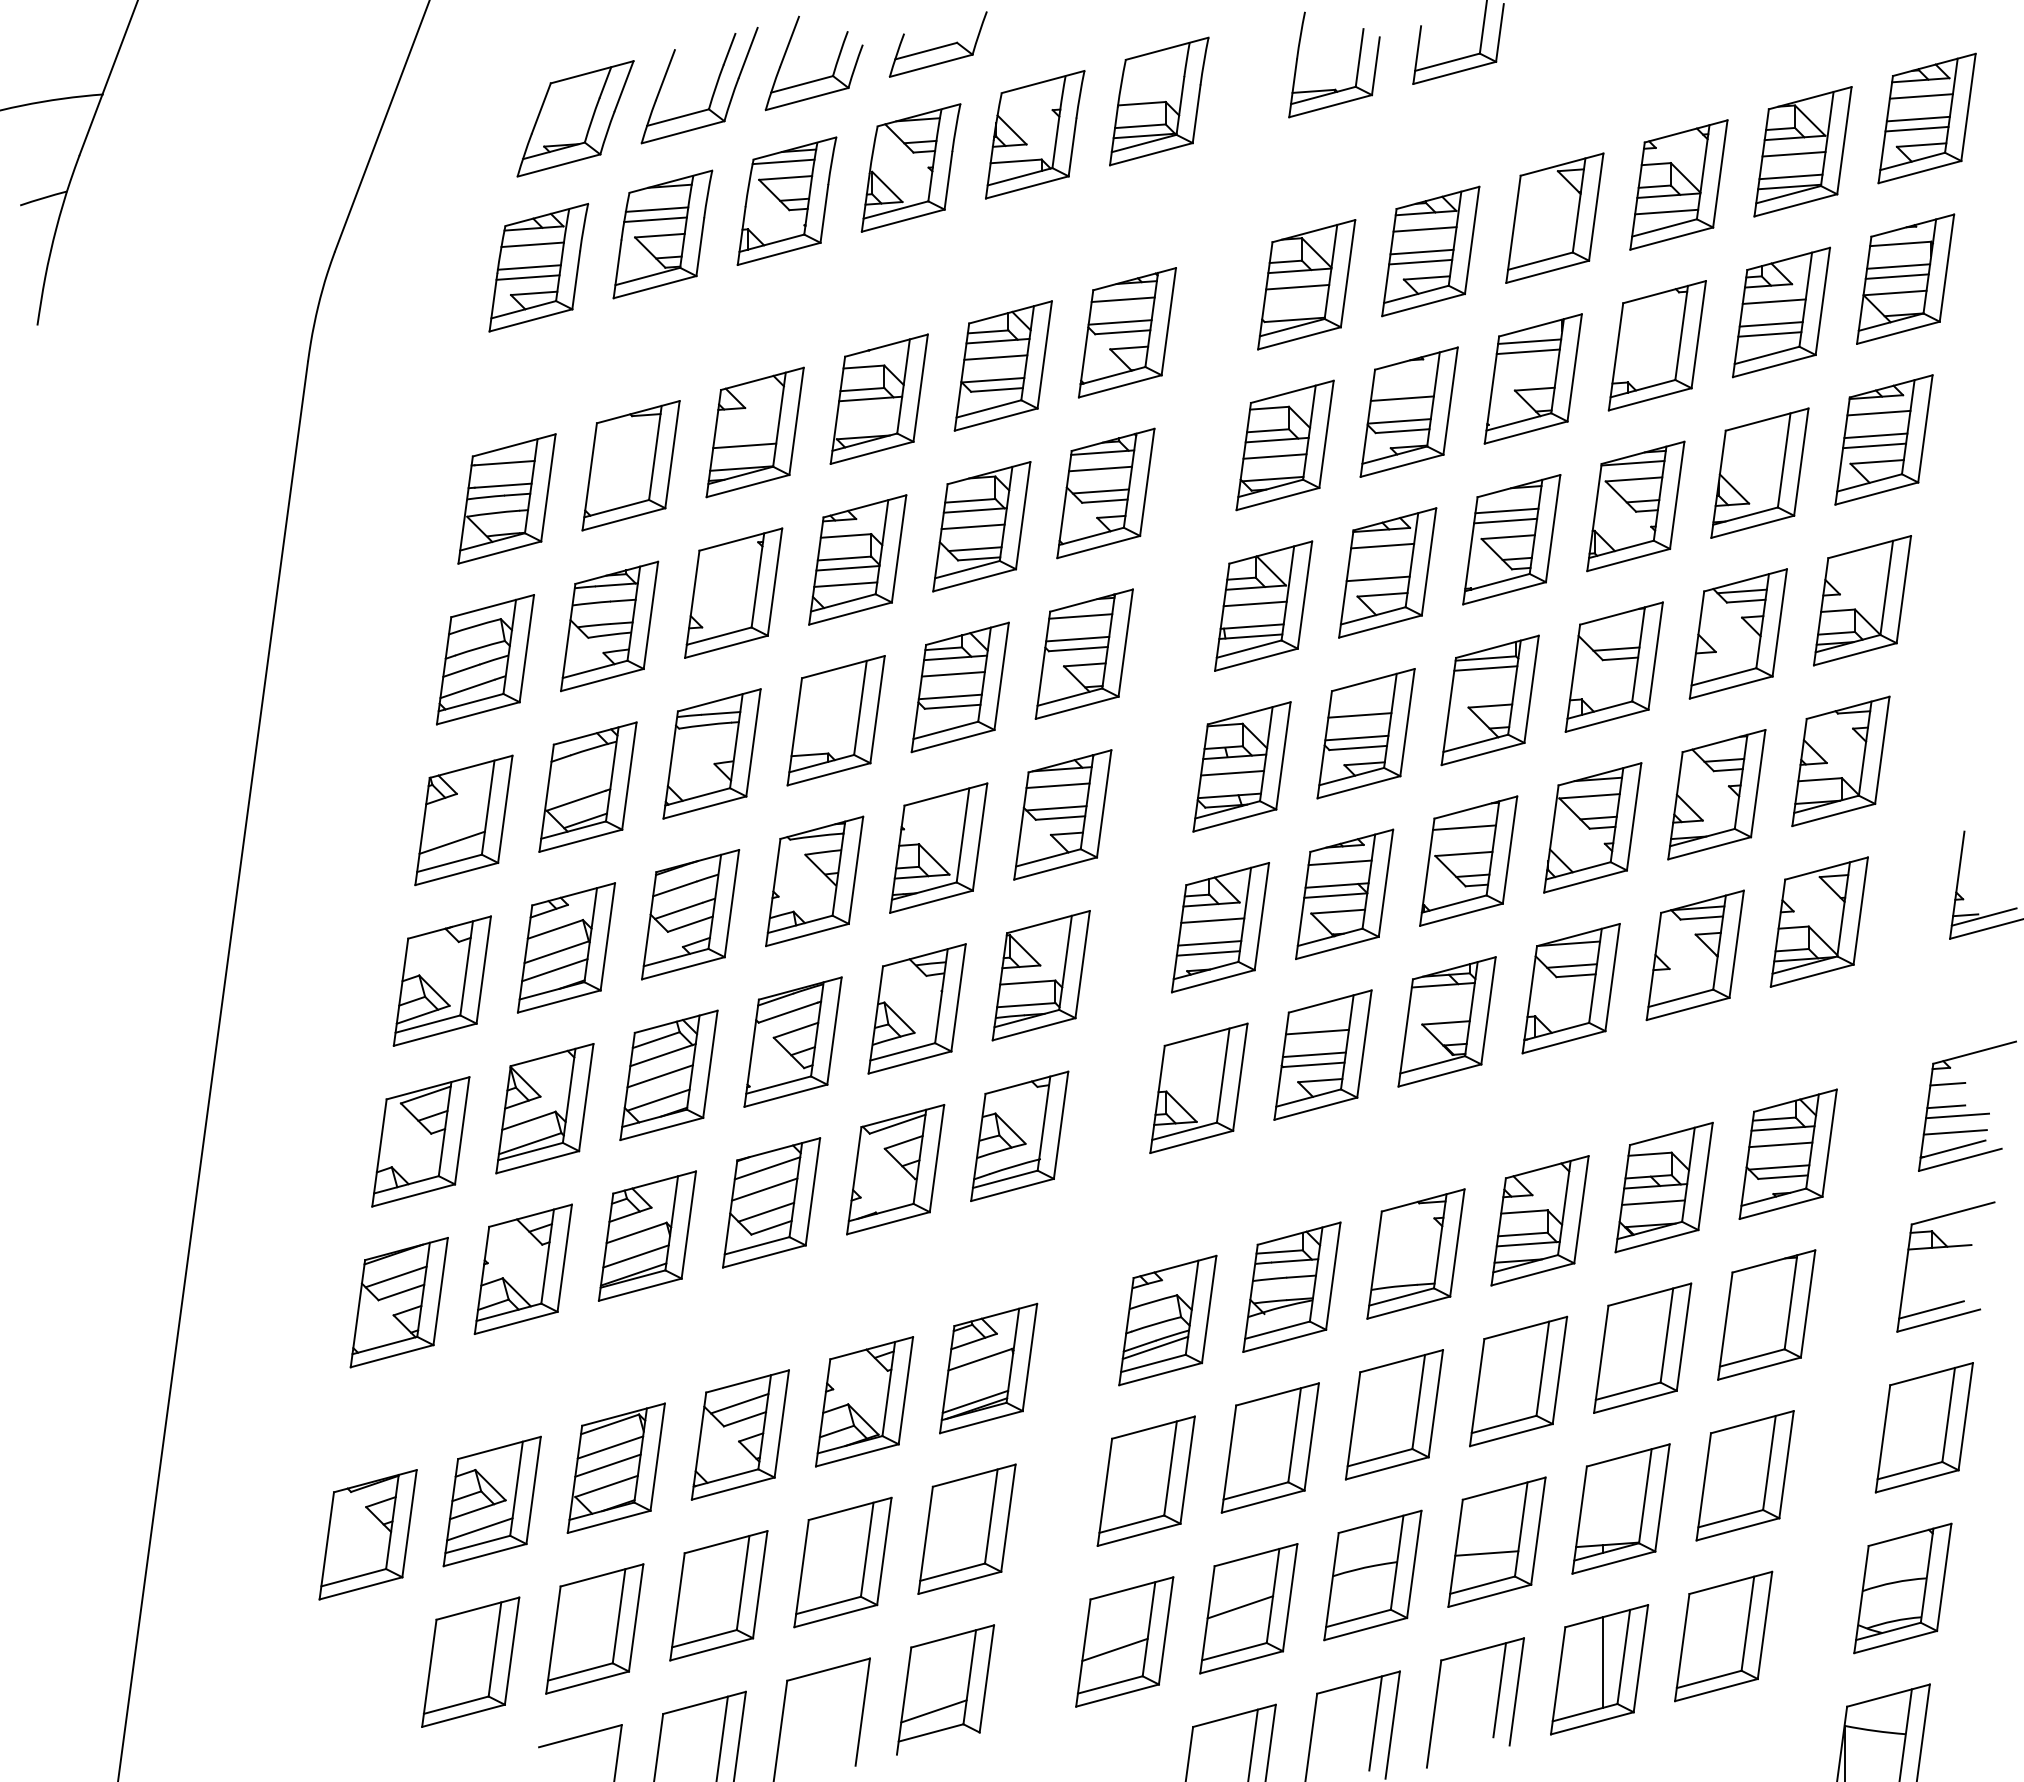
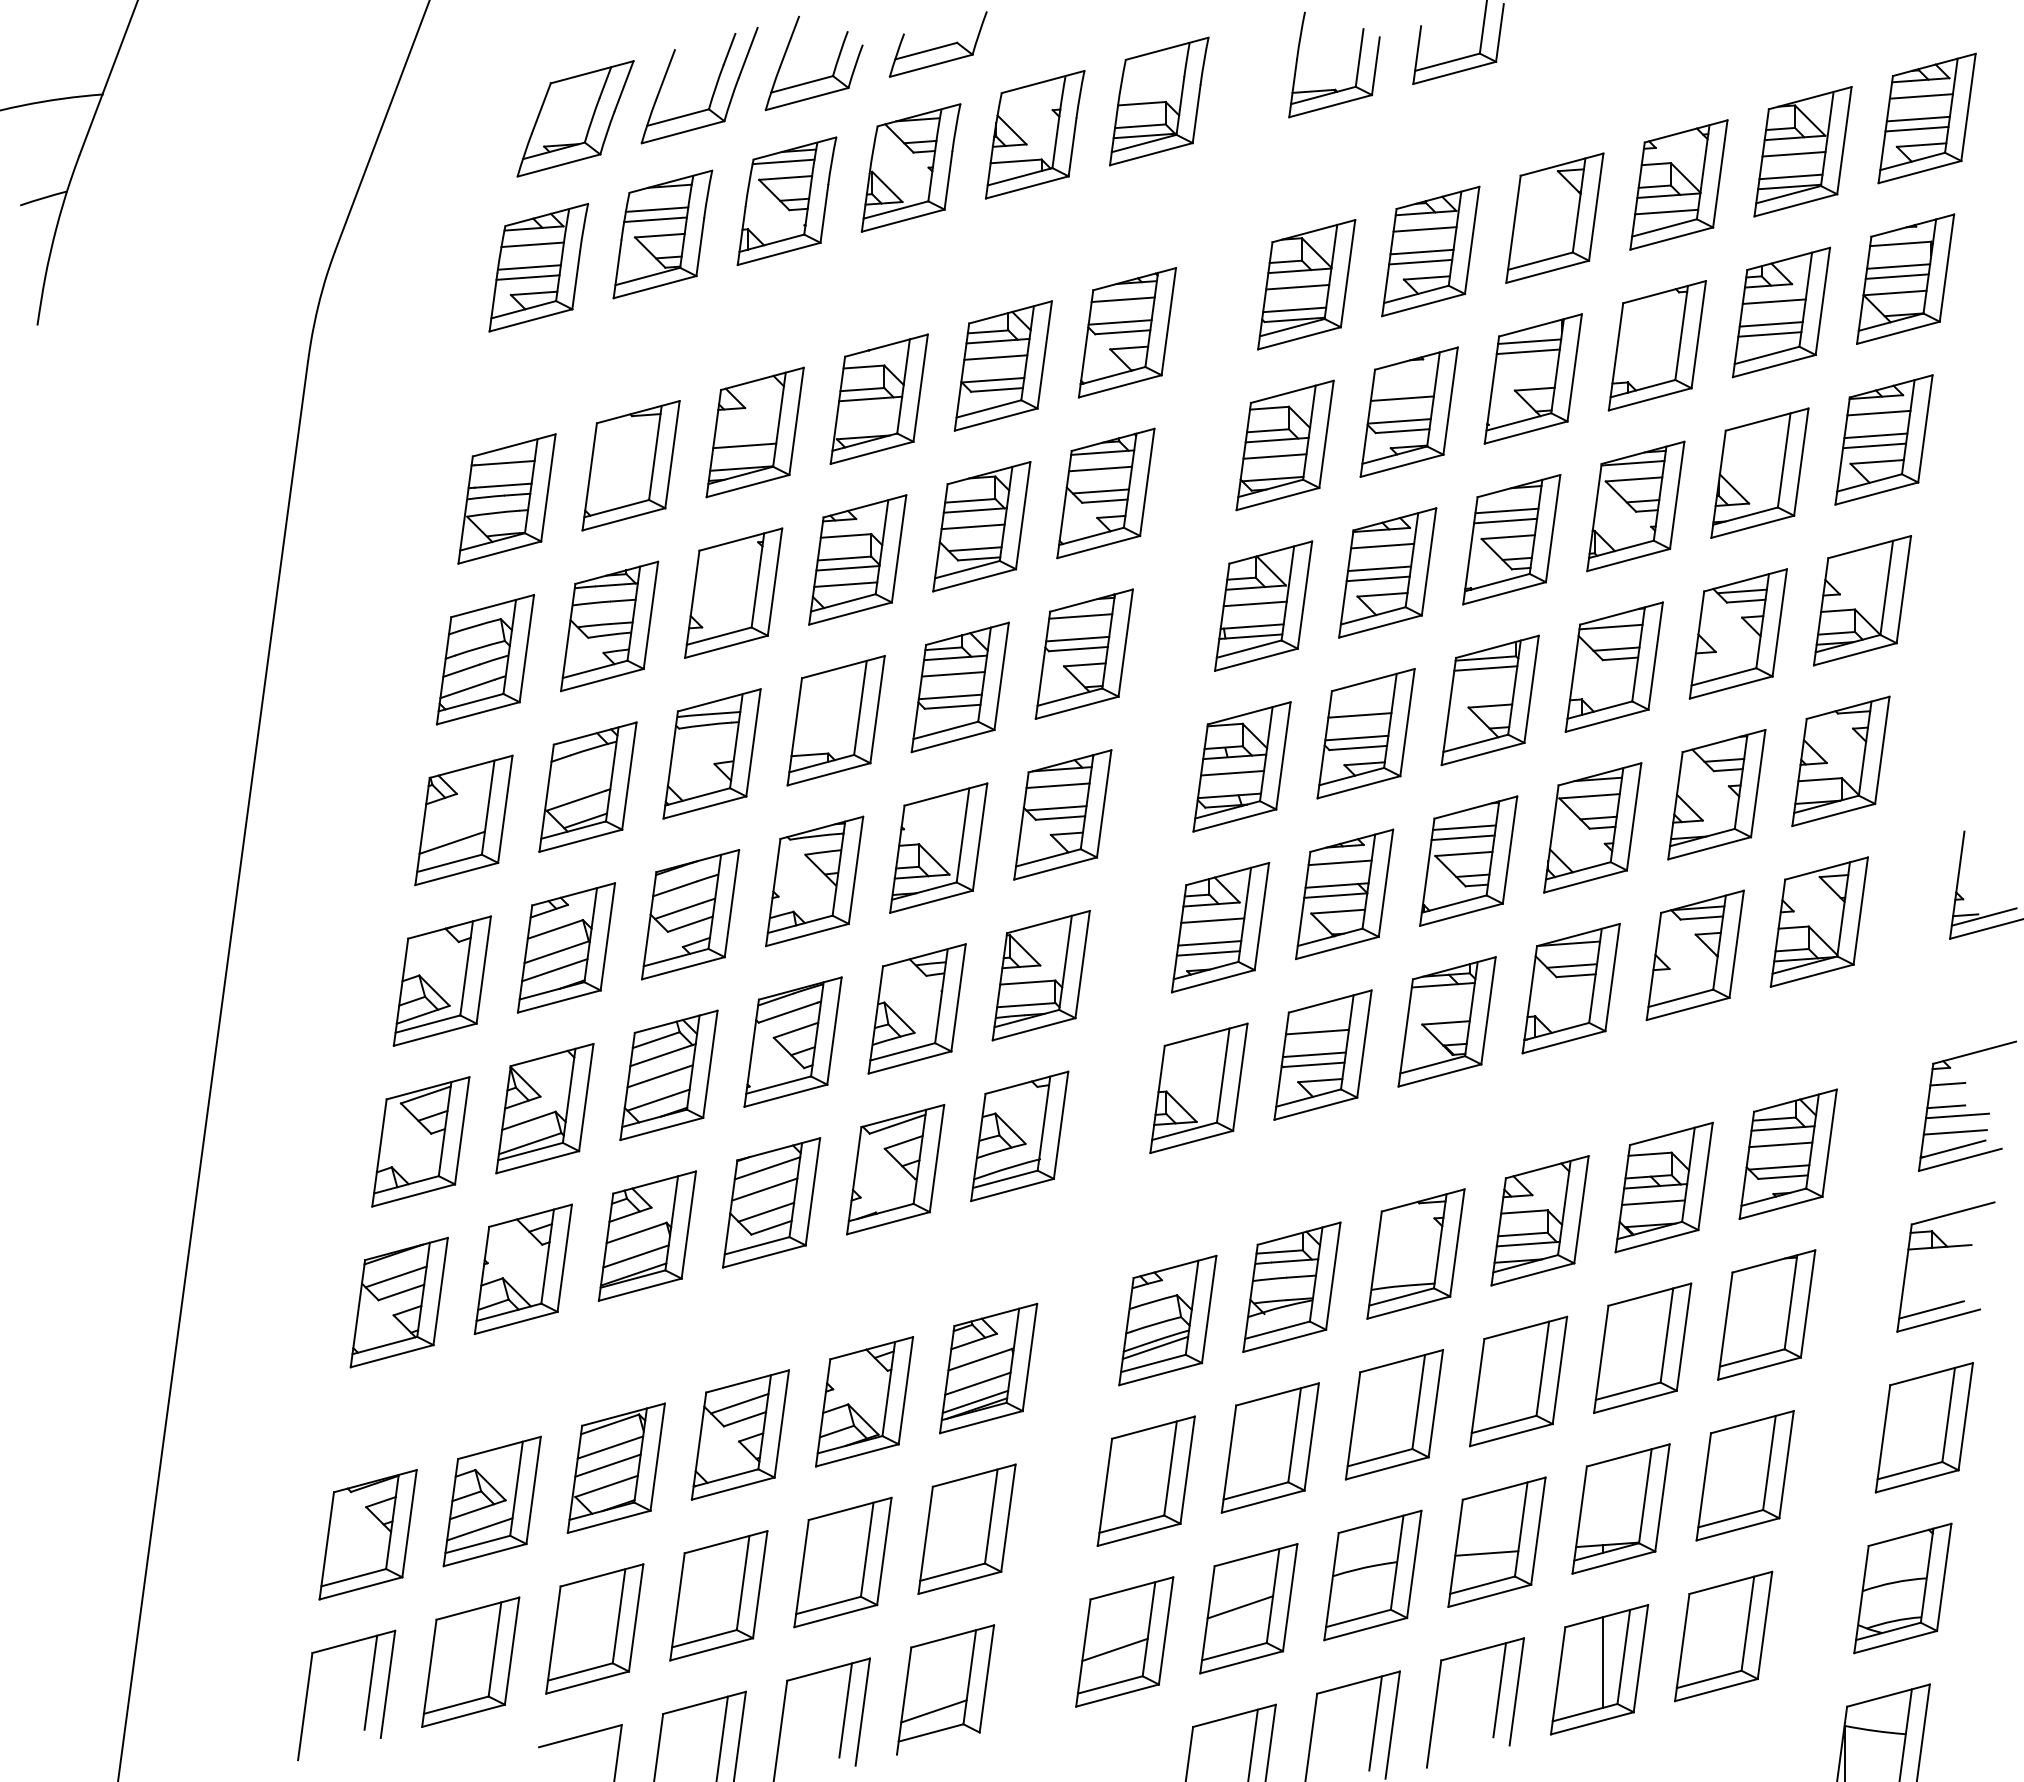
line at (1294, 309): none -> present
line at (1379, 568): none -> present
line at (1610, 626): none -> present
line at (1462, 837): none -> present
line at (977, 1383): none -> present
part at (367, 1698): none -> present
line at (845, 1710): none -> present
